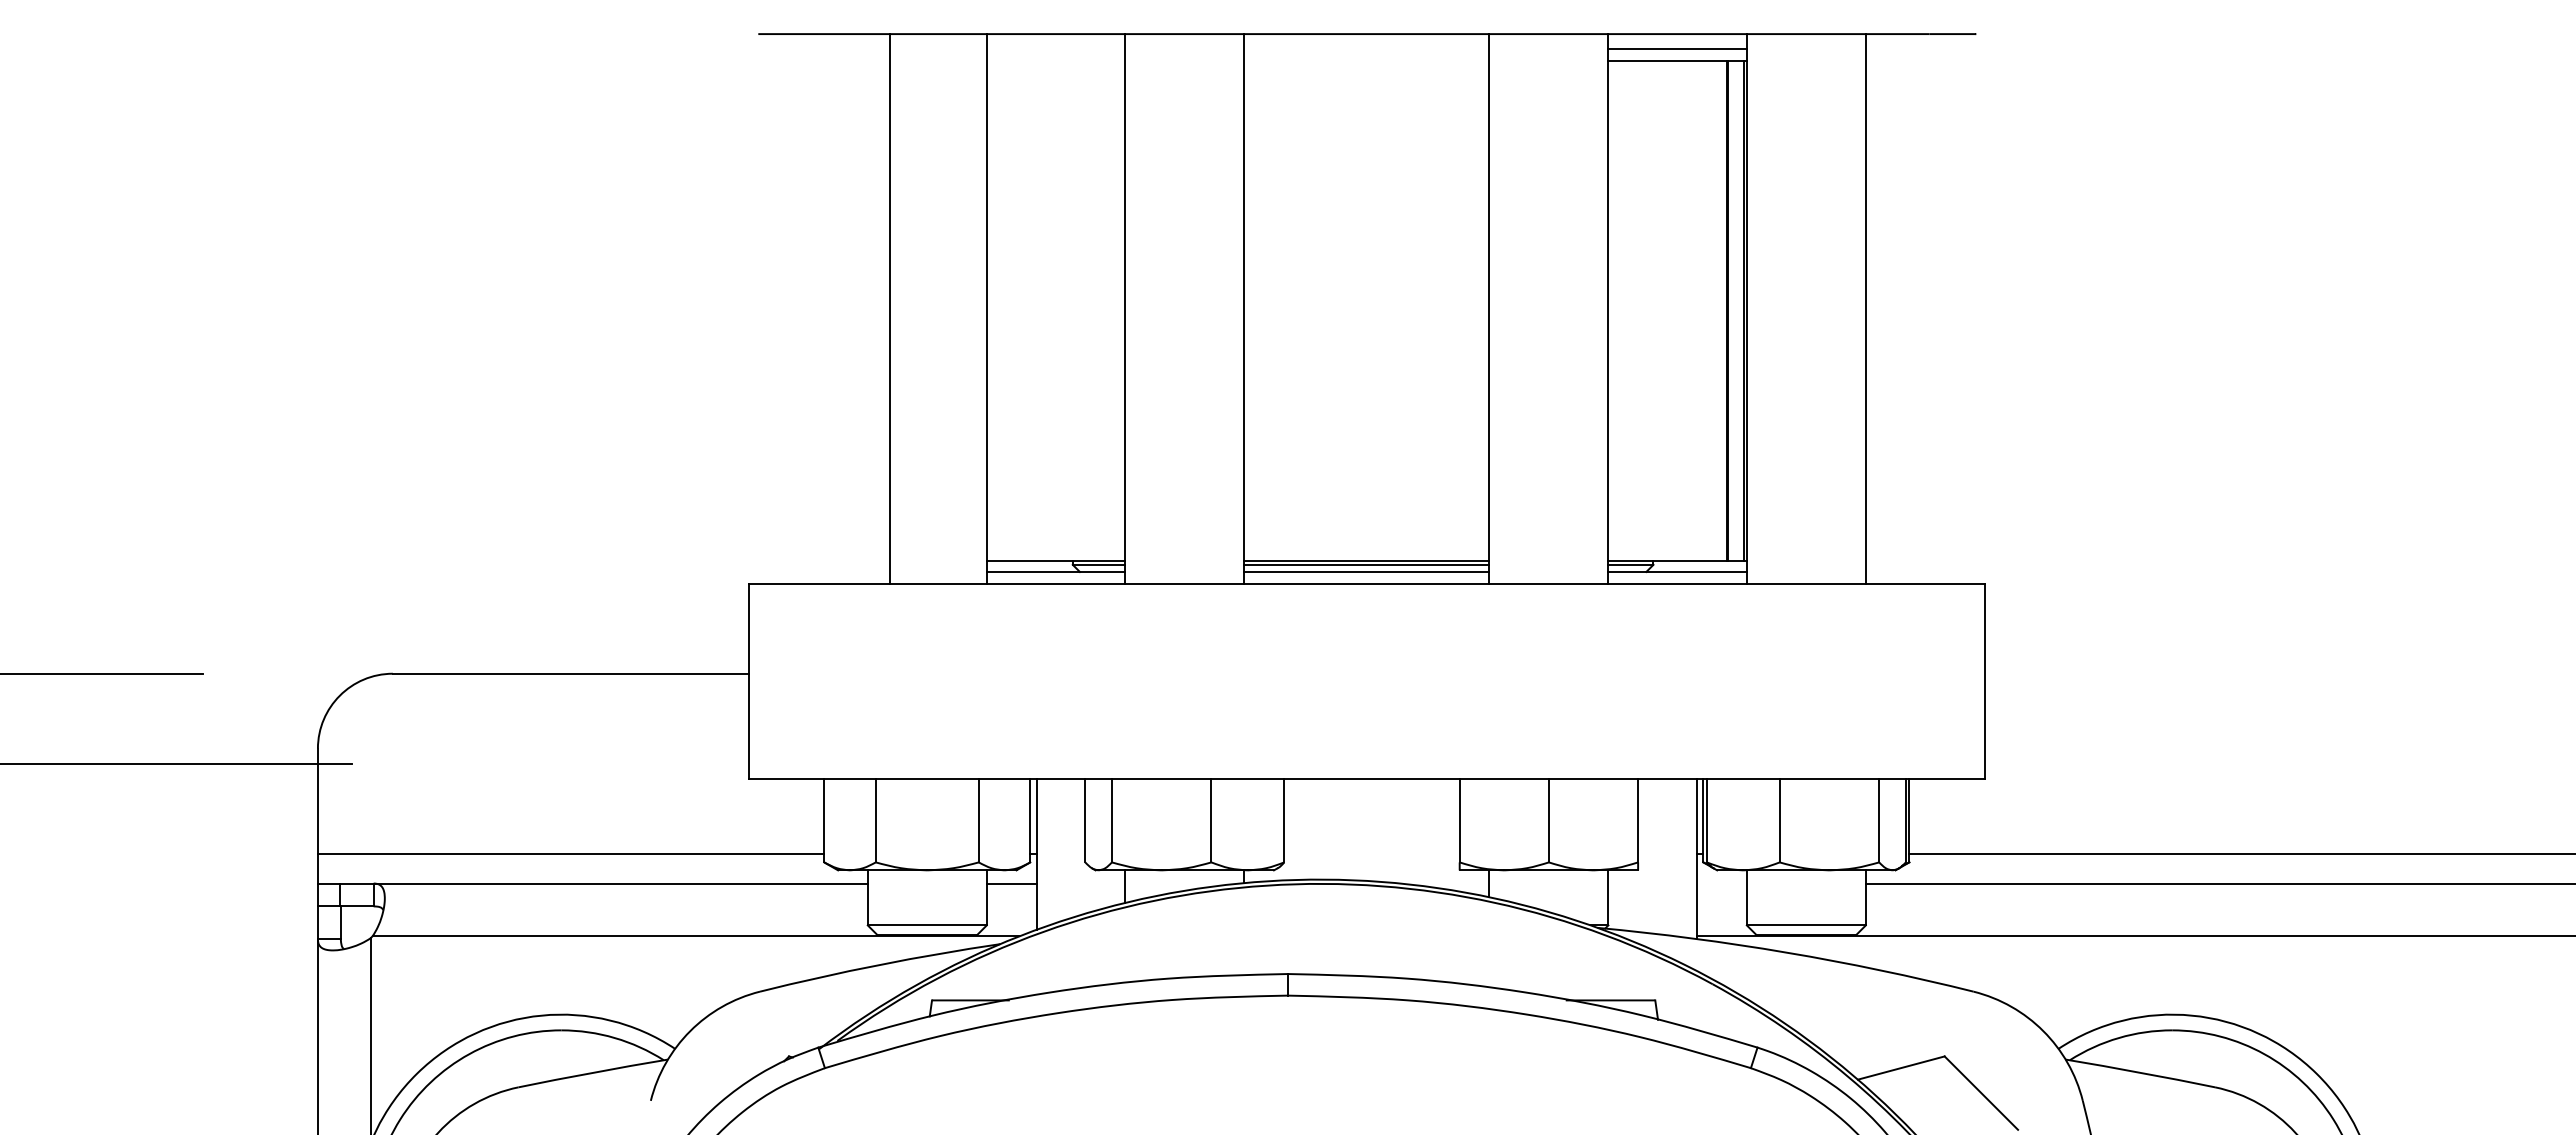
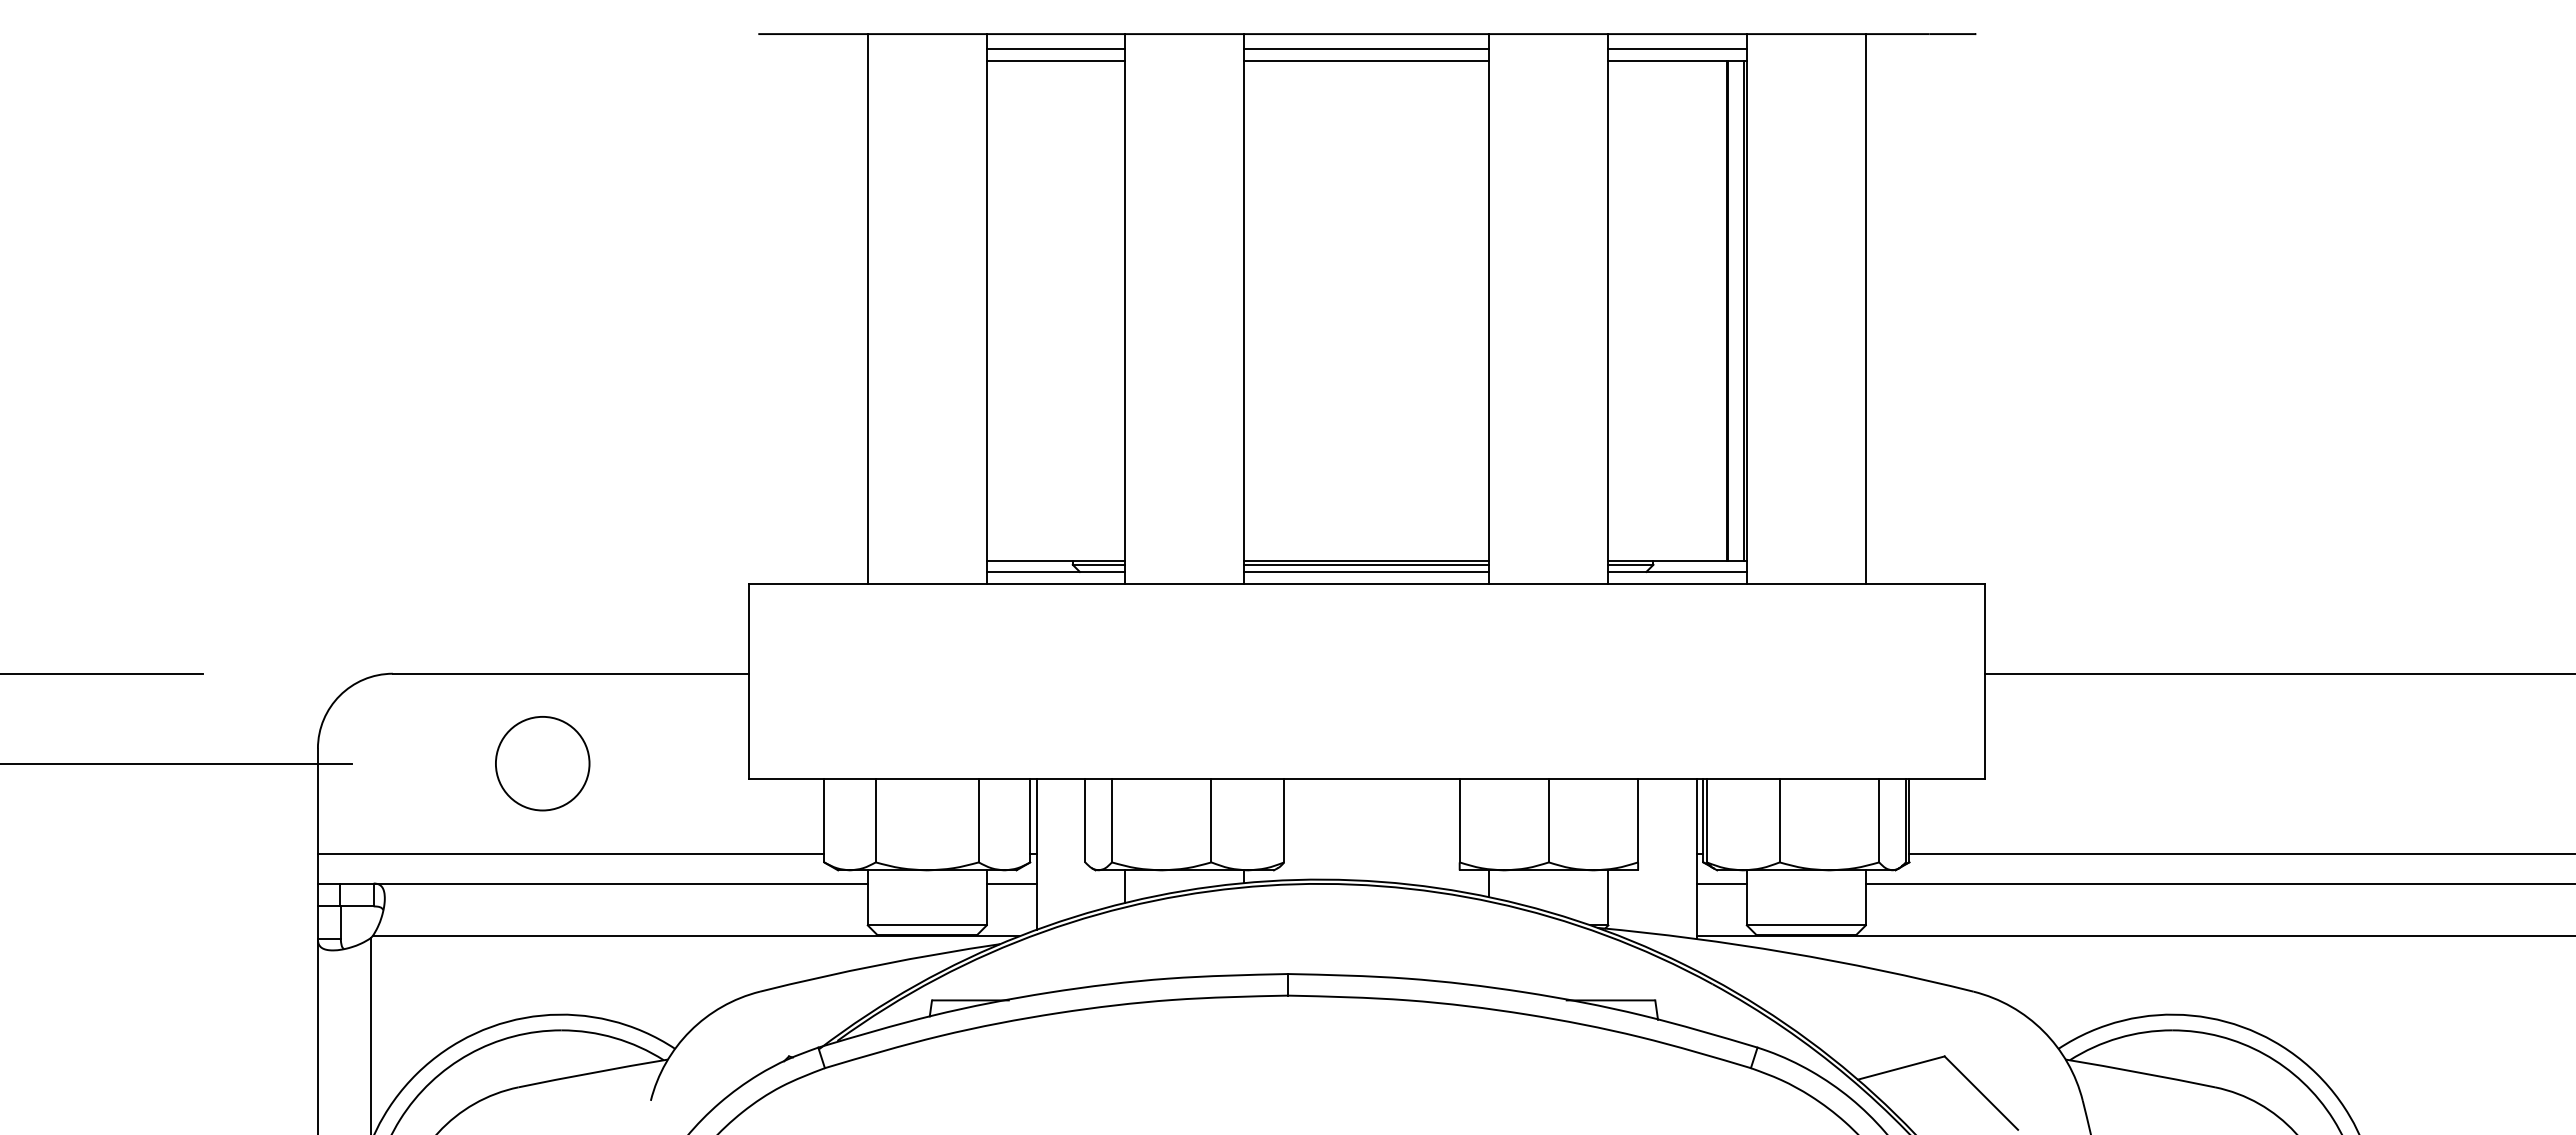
line at (1055, 49): none -> present
line at (1366, 49): none -> present
line at (1055, 61): none -> present
line at (1366, 61): none -> present
line at (889, 308) position: (889, 308) -> (867, 308)
line at (2278, 673): none -> present
circle at (542, 763): none -> present
line at (1721, 883): none -> present
